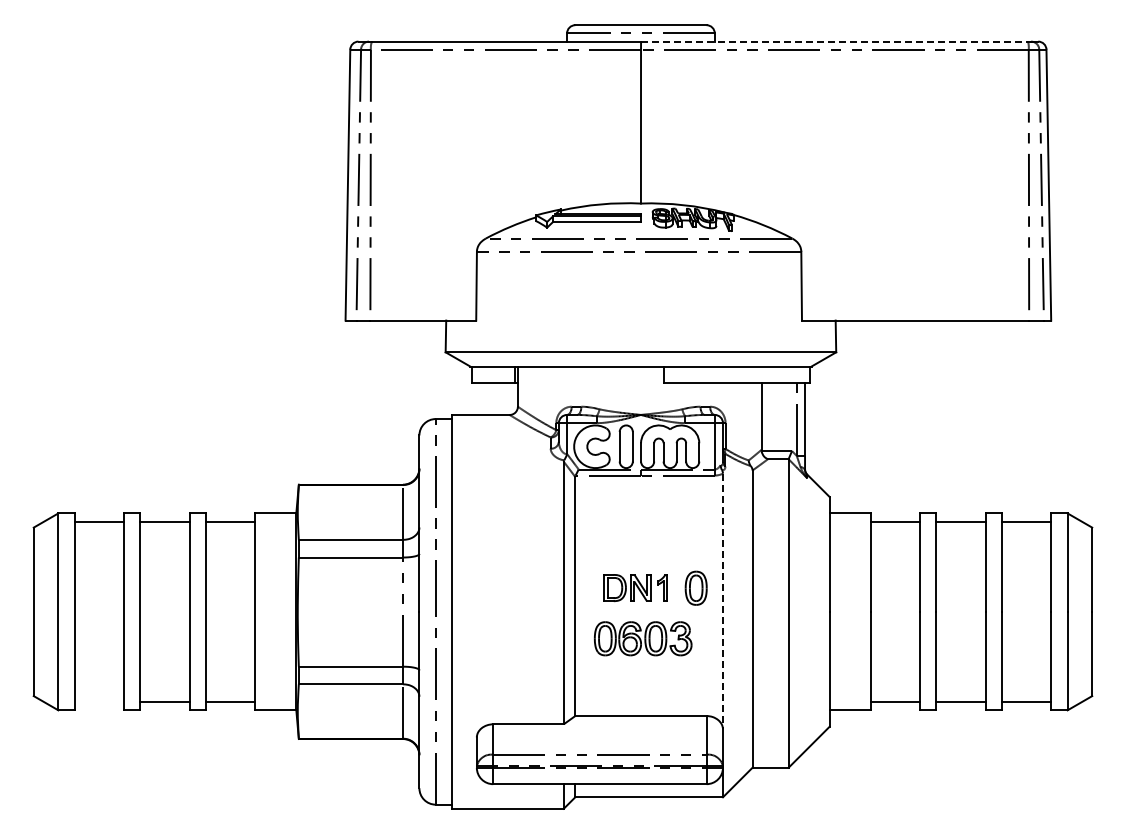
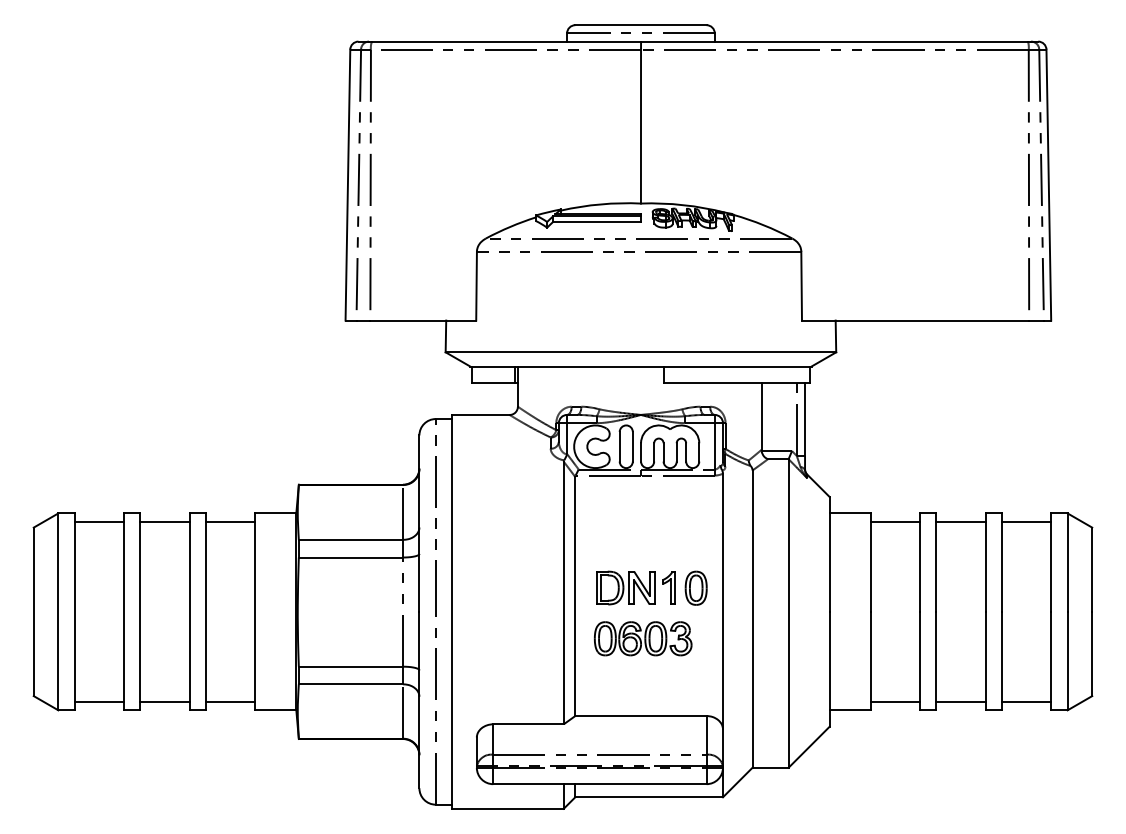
line at (835, 41): dashed -> solid
part at (635, 588) size: 65x29 px -> 80x36 px
line at (722, 601): dashed -> solid
line at (99, 702): none -> present
